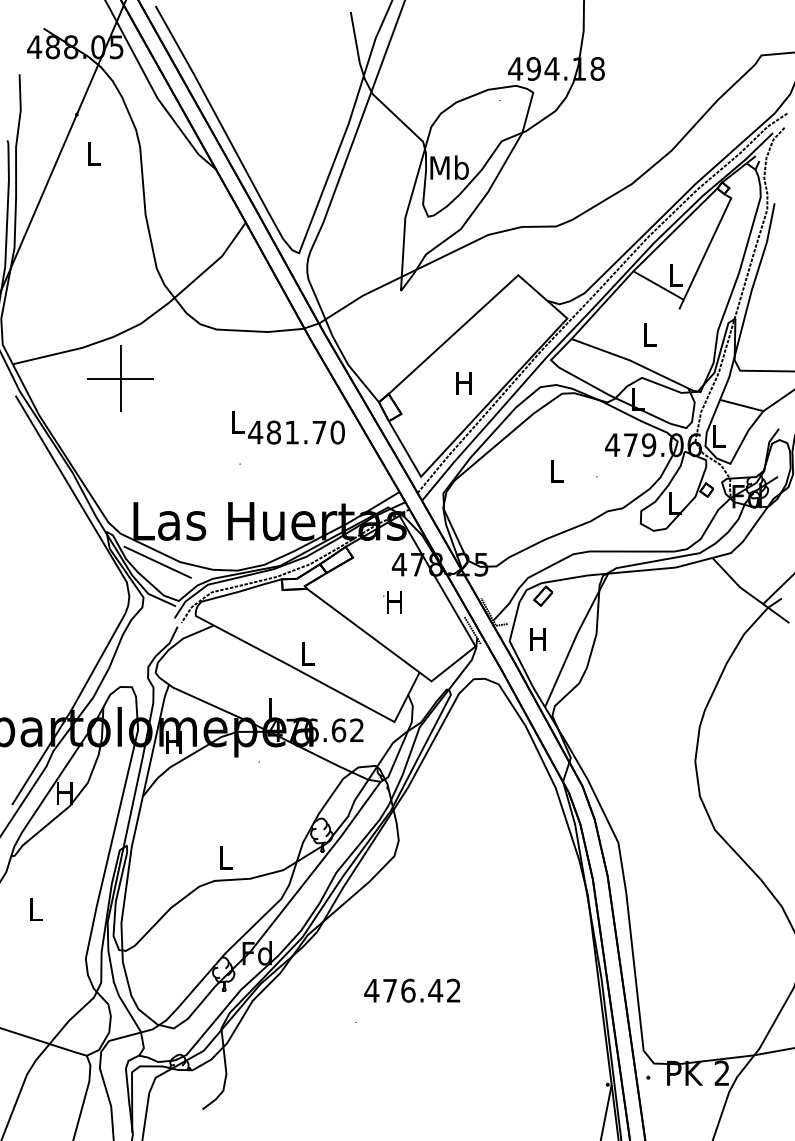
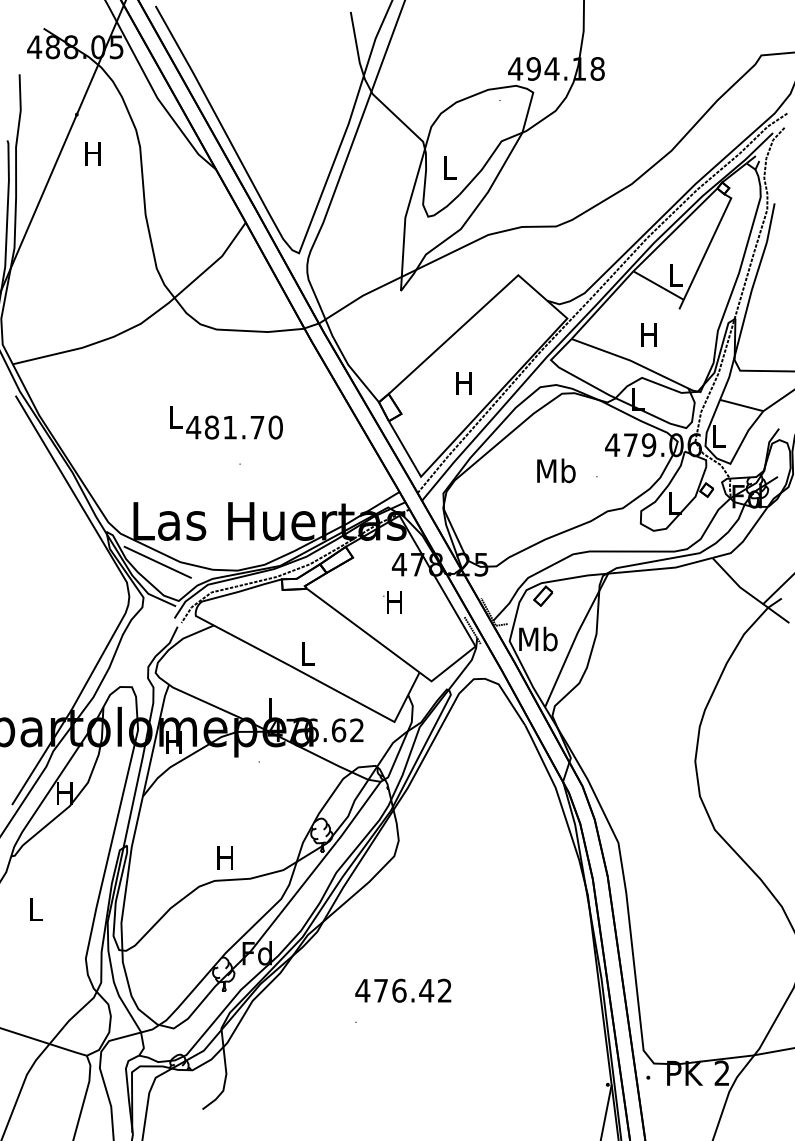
text at (92, 153): L -> H
text at (449, 167): Mb -> L
text at (648, 334): L -> H
part at (120, 378): present -> none
text at (288, 427) position: (288, 427) -> (226, 422)
text at (556, 470): L -> Mb
text at (538, 638): H -> Mb
text at (224, 857): L -> H
text at (412, 990) position: (412, 990) -> (403, 990)
